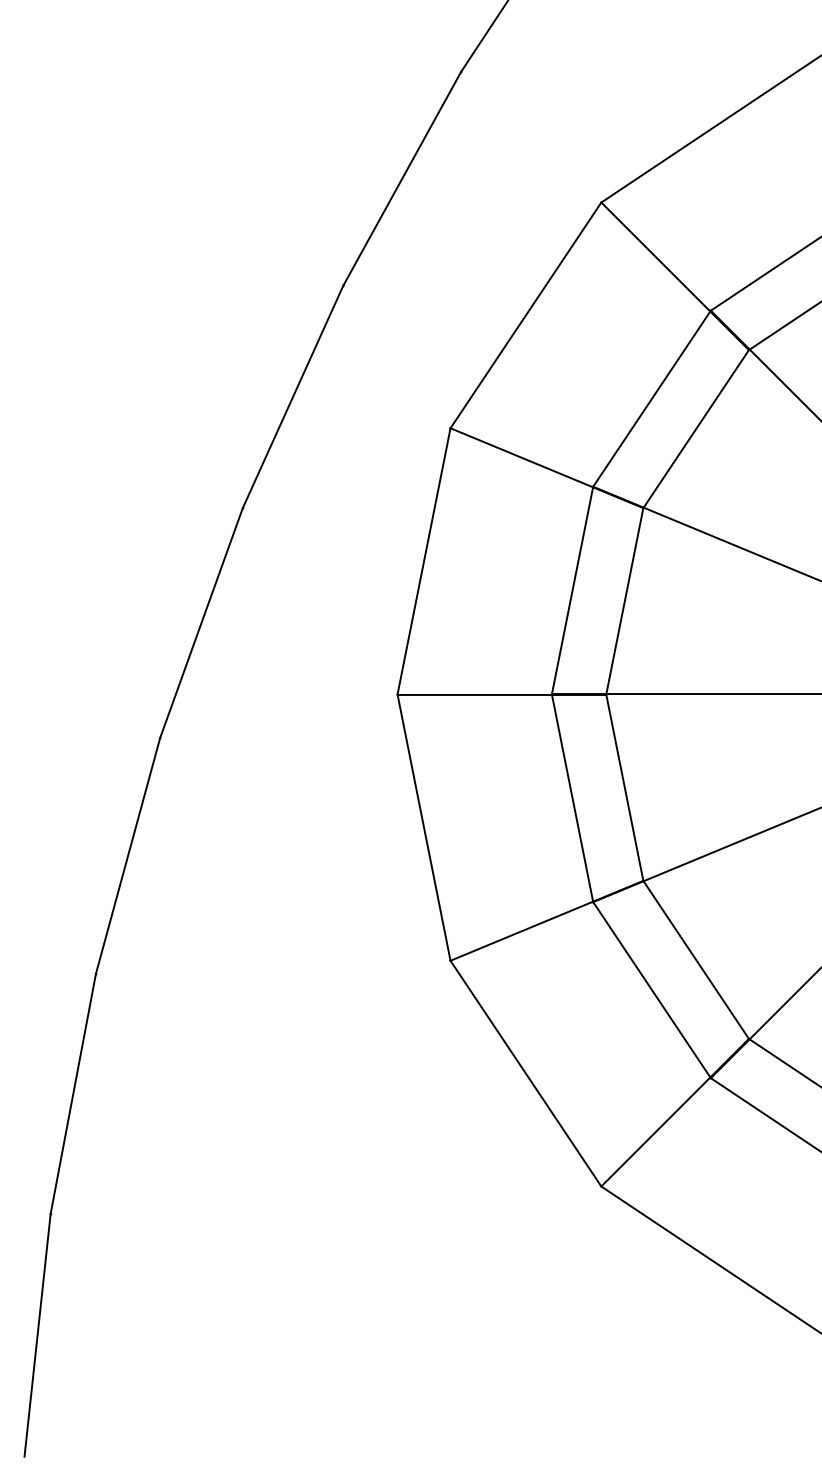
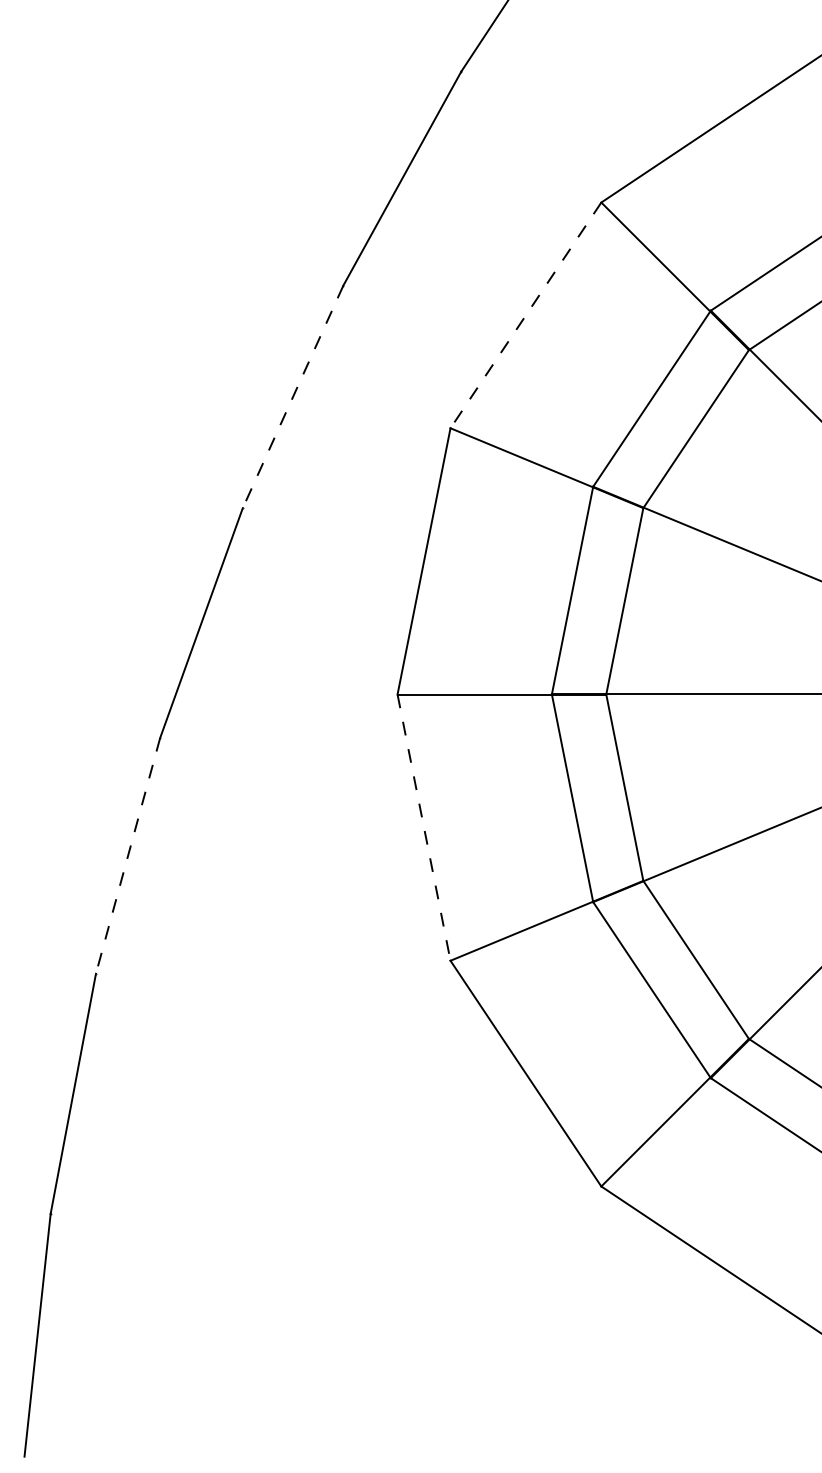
line at (525, 315): solid -> dashed
line at (292, 397): solid -> dashed
line at (424, 827): solid -> dashed
line at (127, 856): solid -> dashed
